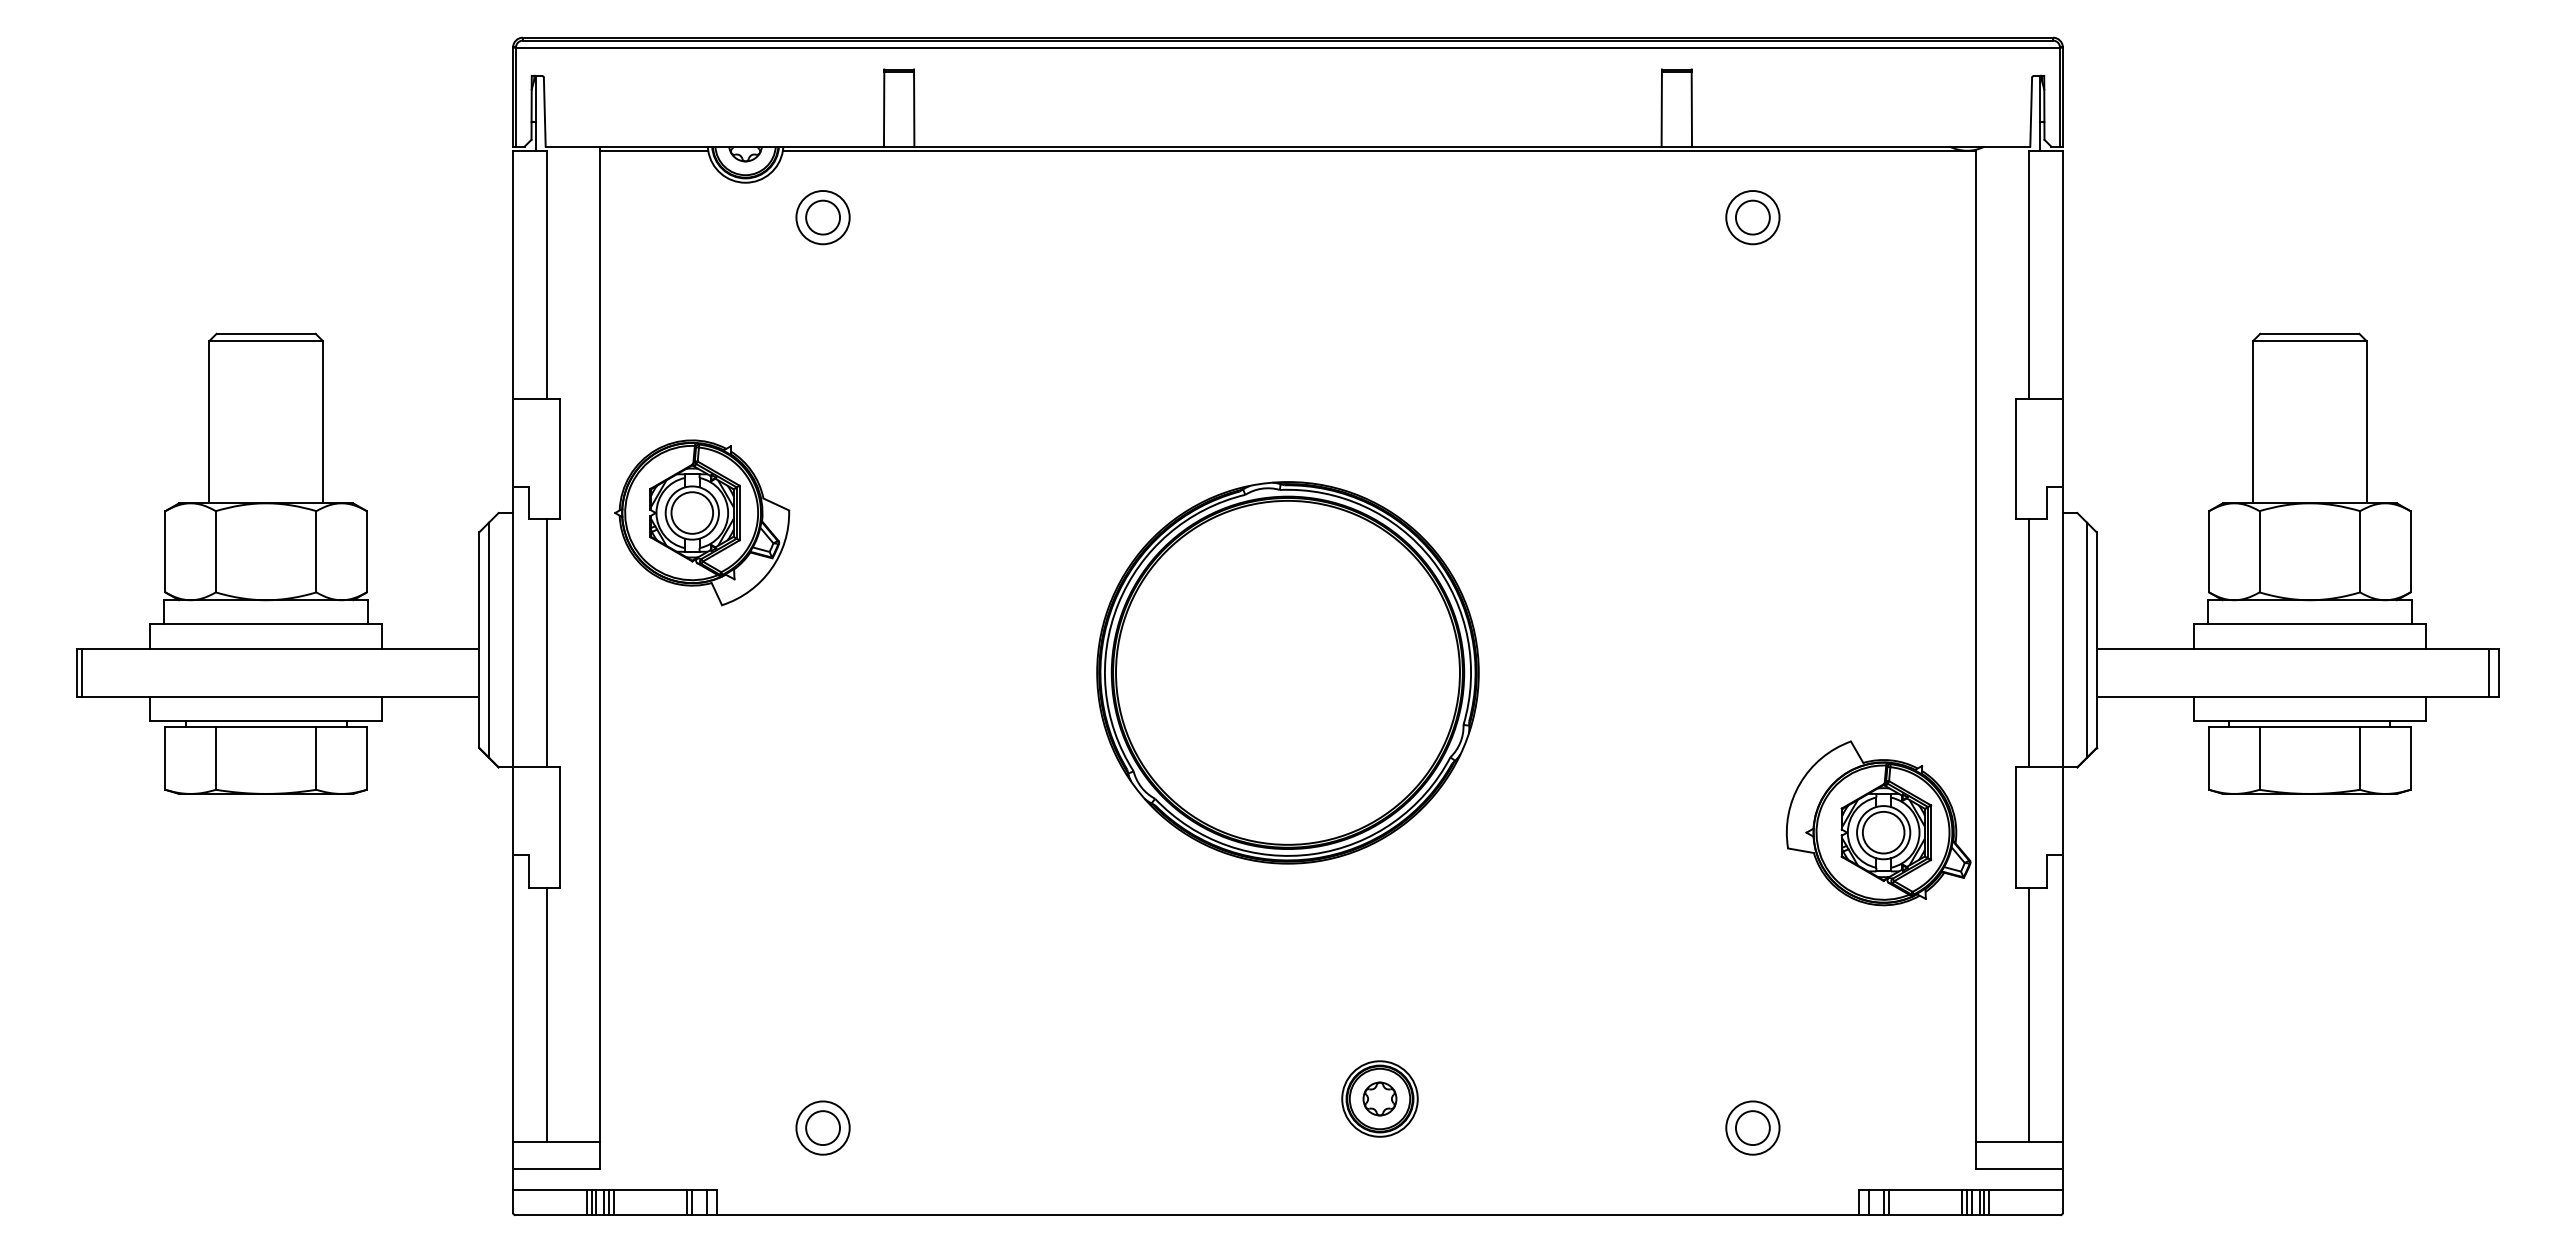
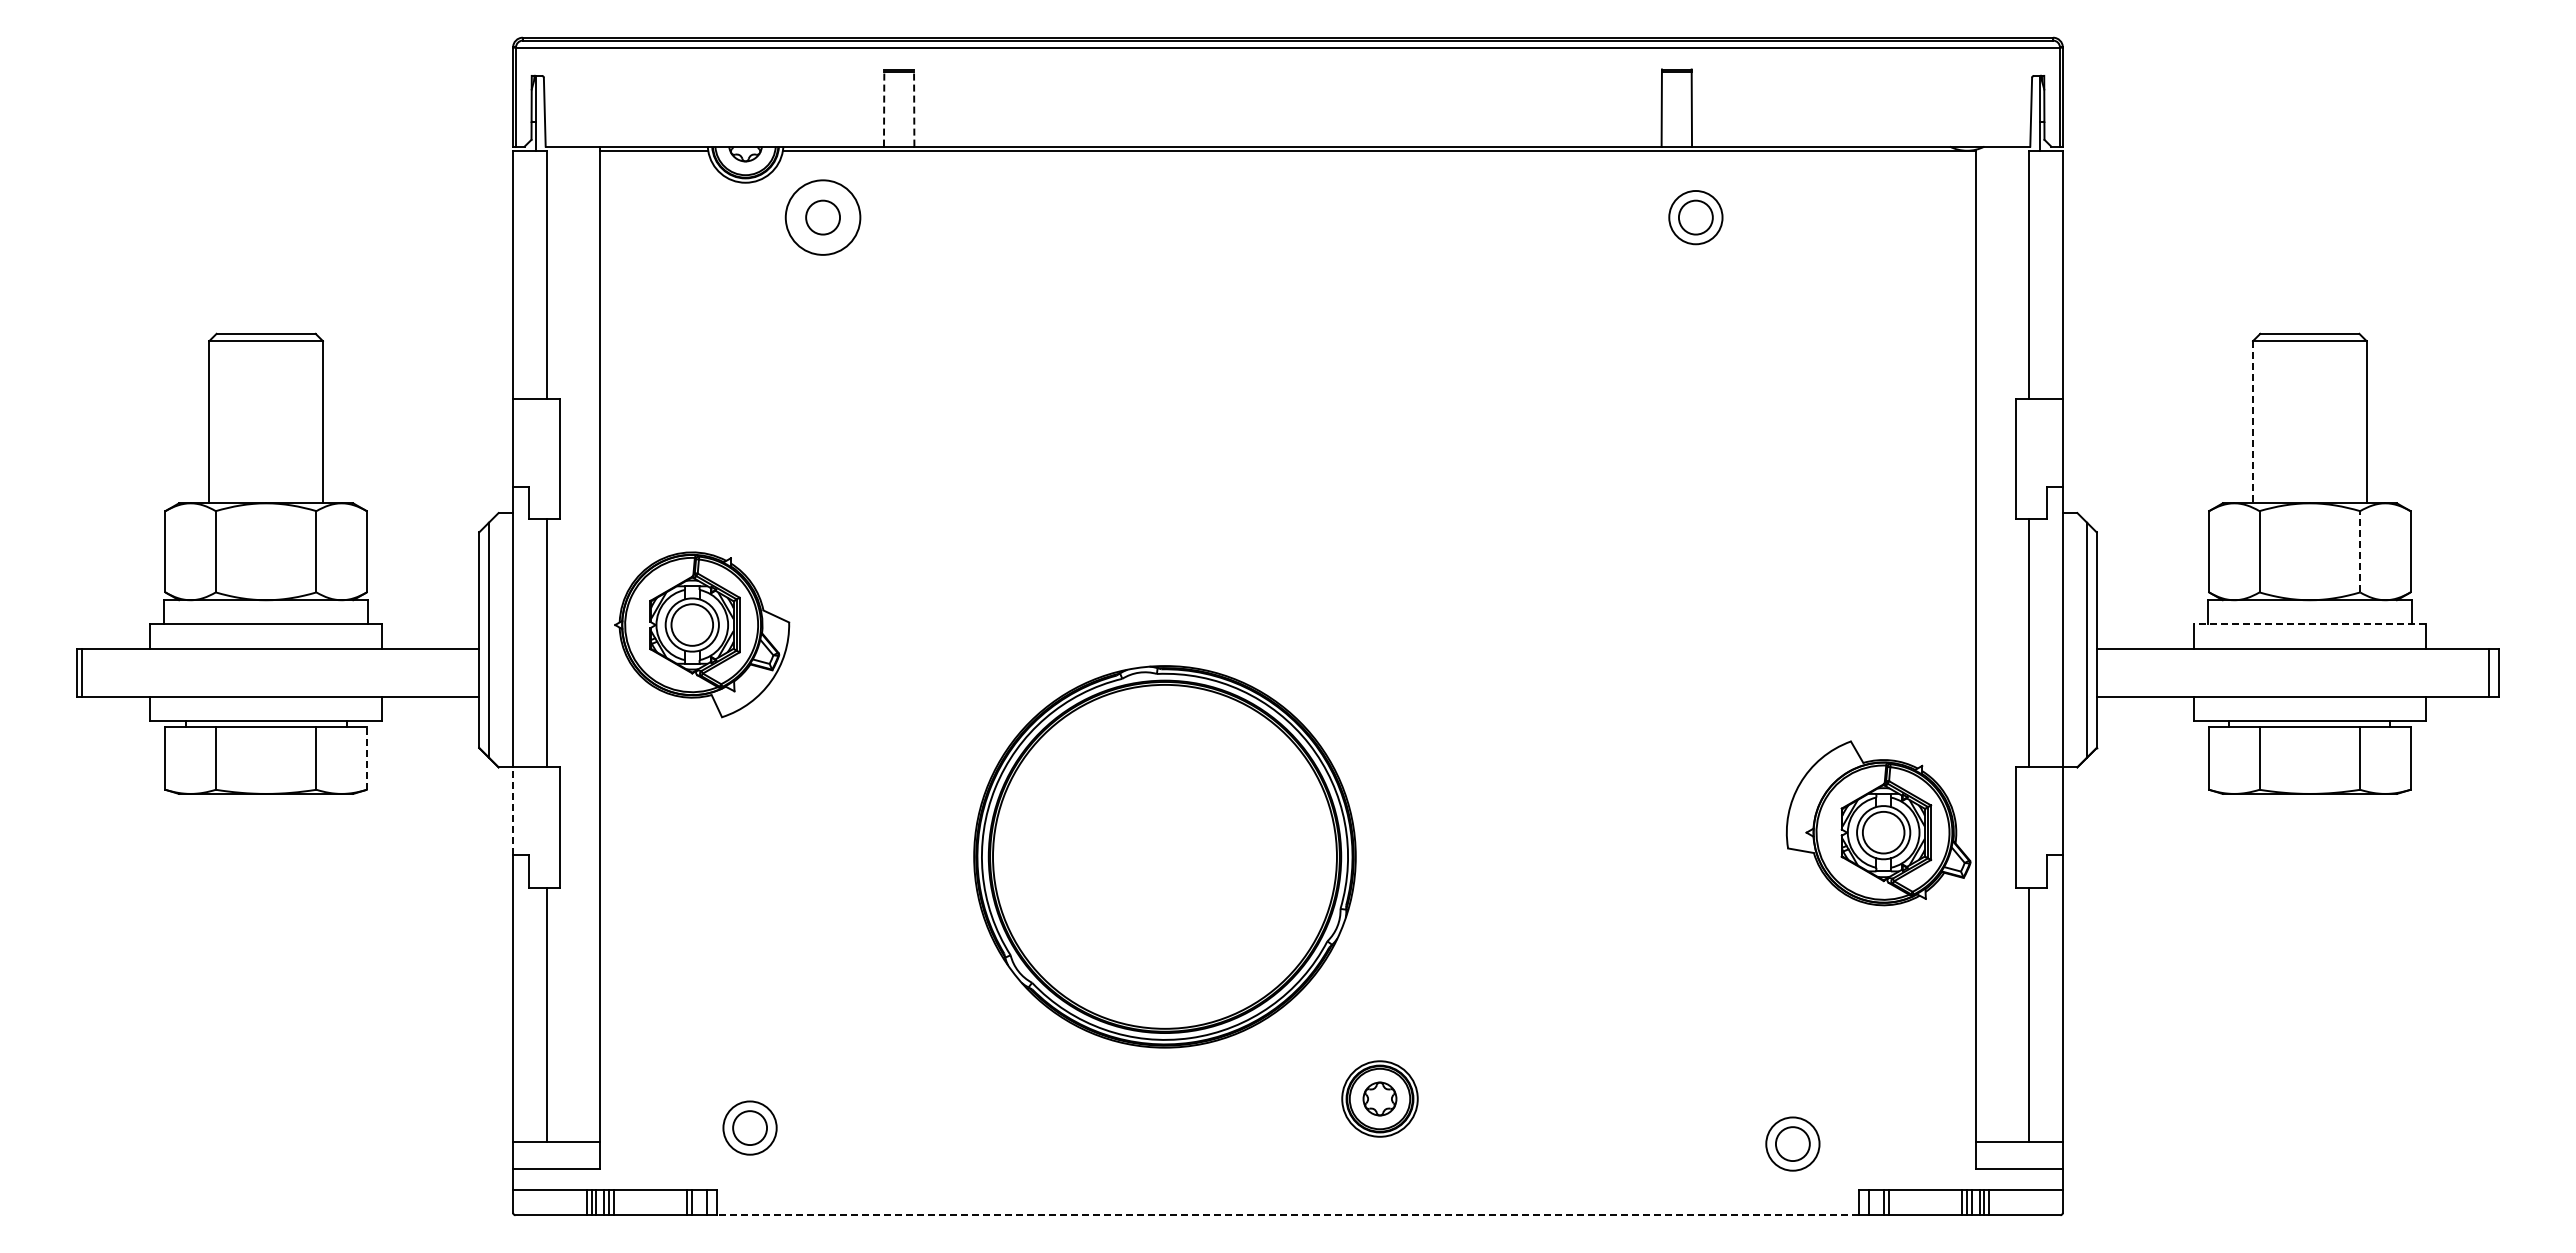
line at (884, 108): solid -> dashed
line at (914, 108): solid -> dashed
circle at (822, 217) diameter: 53 px -> 75 px
part at (1752, 217) position: (1752, 217) -> (1695, 217)
line at (2253, 422): solid -> dashed
part at (702, 522) position: (702, 522) -> (702, 634)
line at (2360, 551): solid -> dashed
line at (2309, 624): solid -> dashed
part at (1287, 672) position: (1287, 672) -> (1164, 856)
line at (366, 757): solid -> dashed
line at (513, 810): solid -> dashed
part at (822, 1127) position: (822, 1127) -> (749, 1127)
part at (1752, 1127) position: (1752, 1127) -> (1792, 1143)
line at (1287, 1215): solid -> dashed
